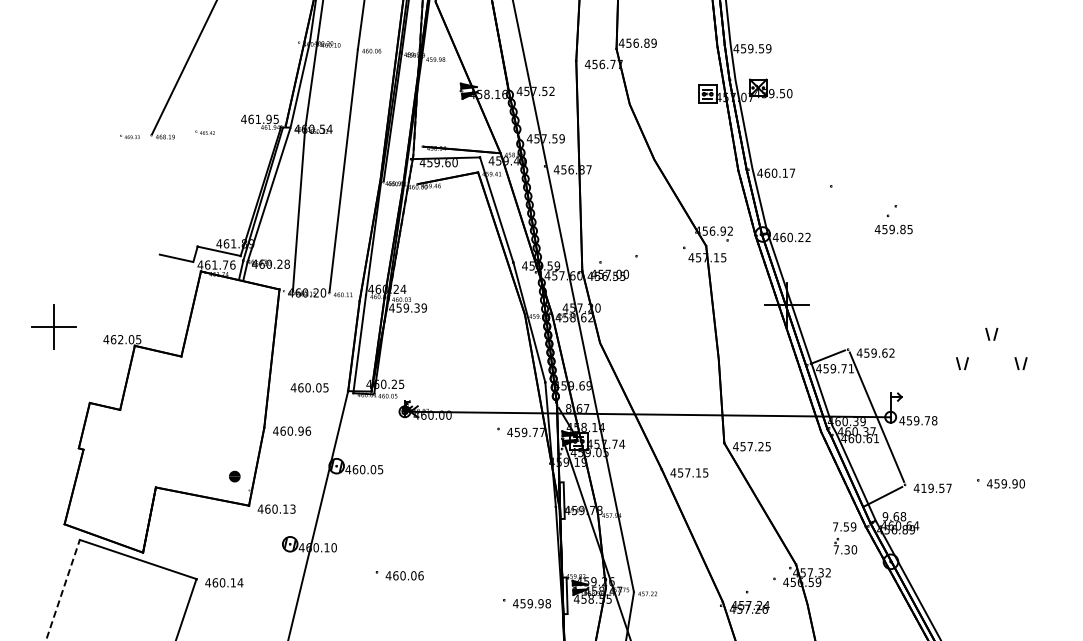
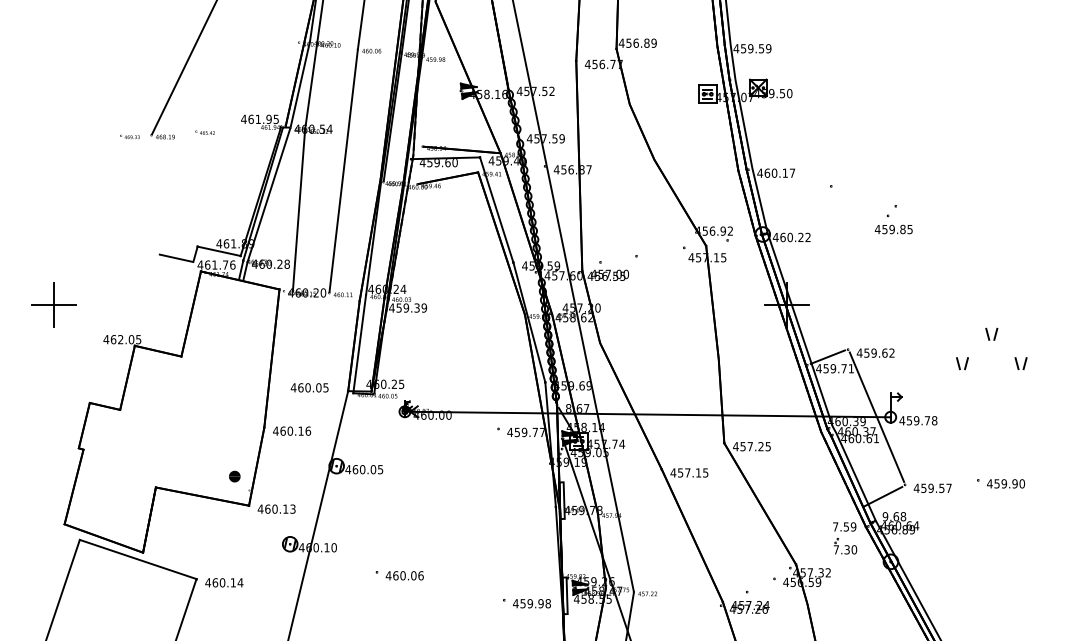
part at (53, 326) position: (53, 326) -> (53, 304)
text at (300, 430): 460.96 -> 460.16
text at (923, 487): 419.57 -> 459.57
line at (62, 590): dashed -> solid
